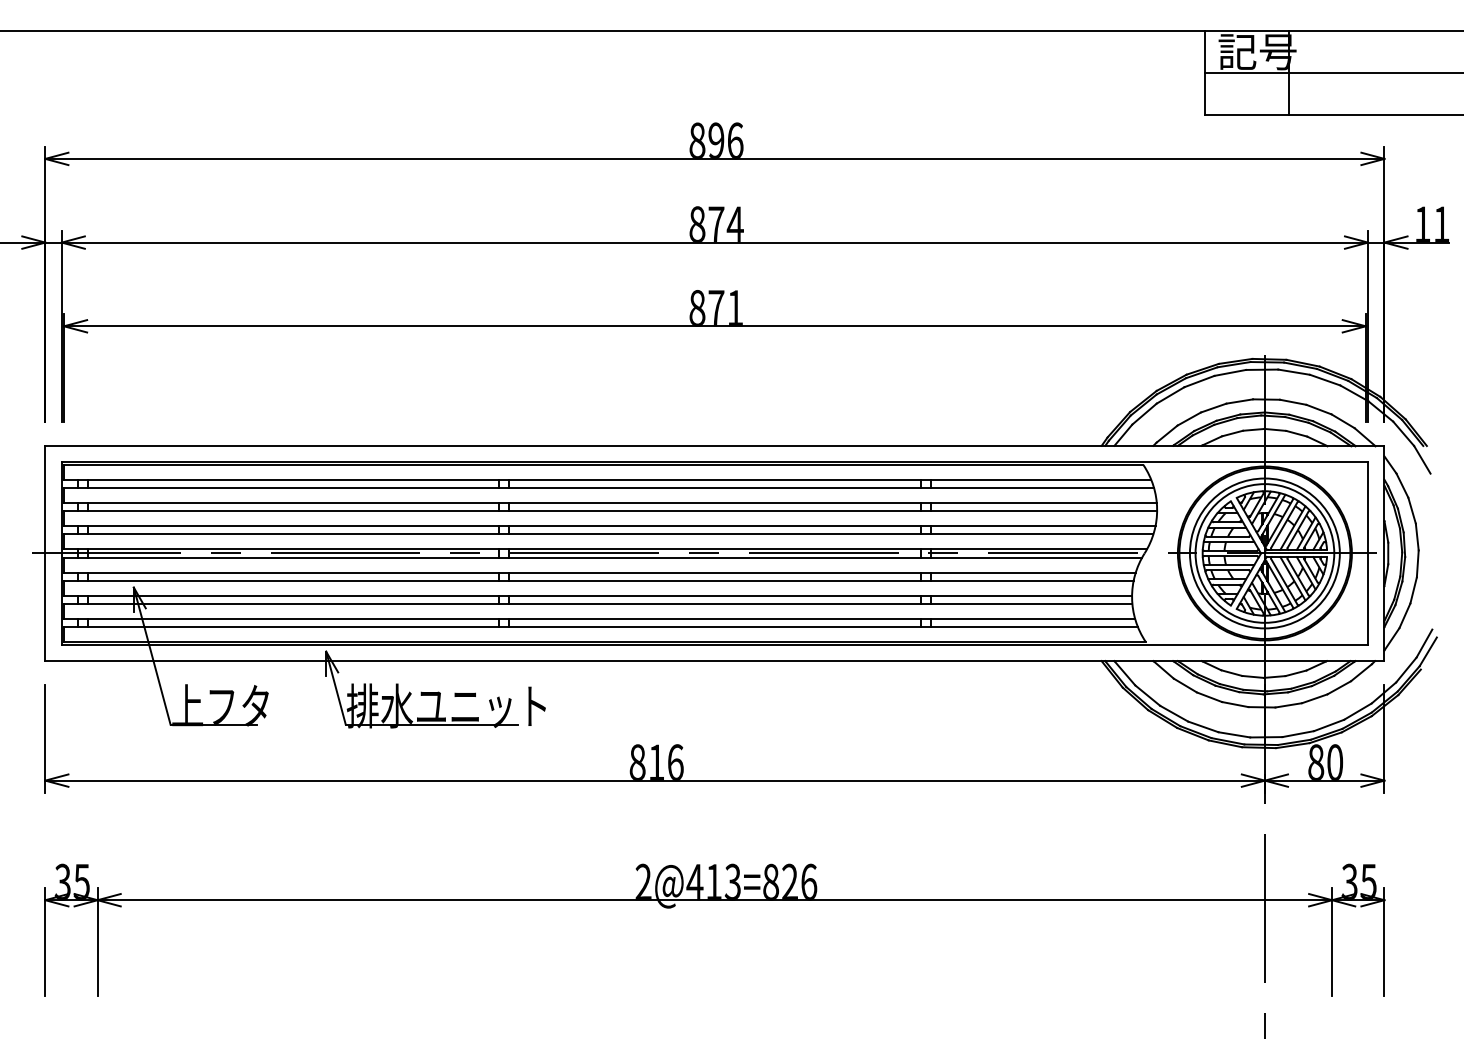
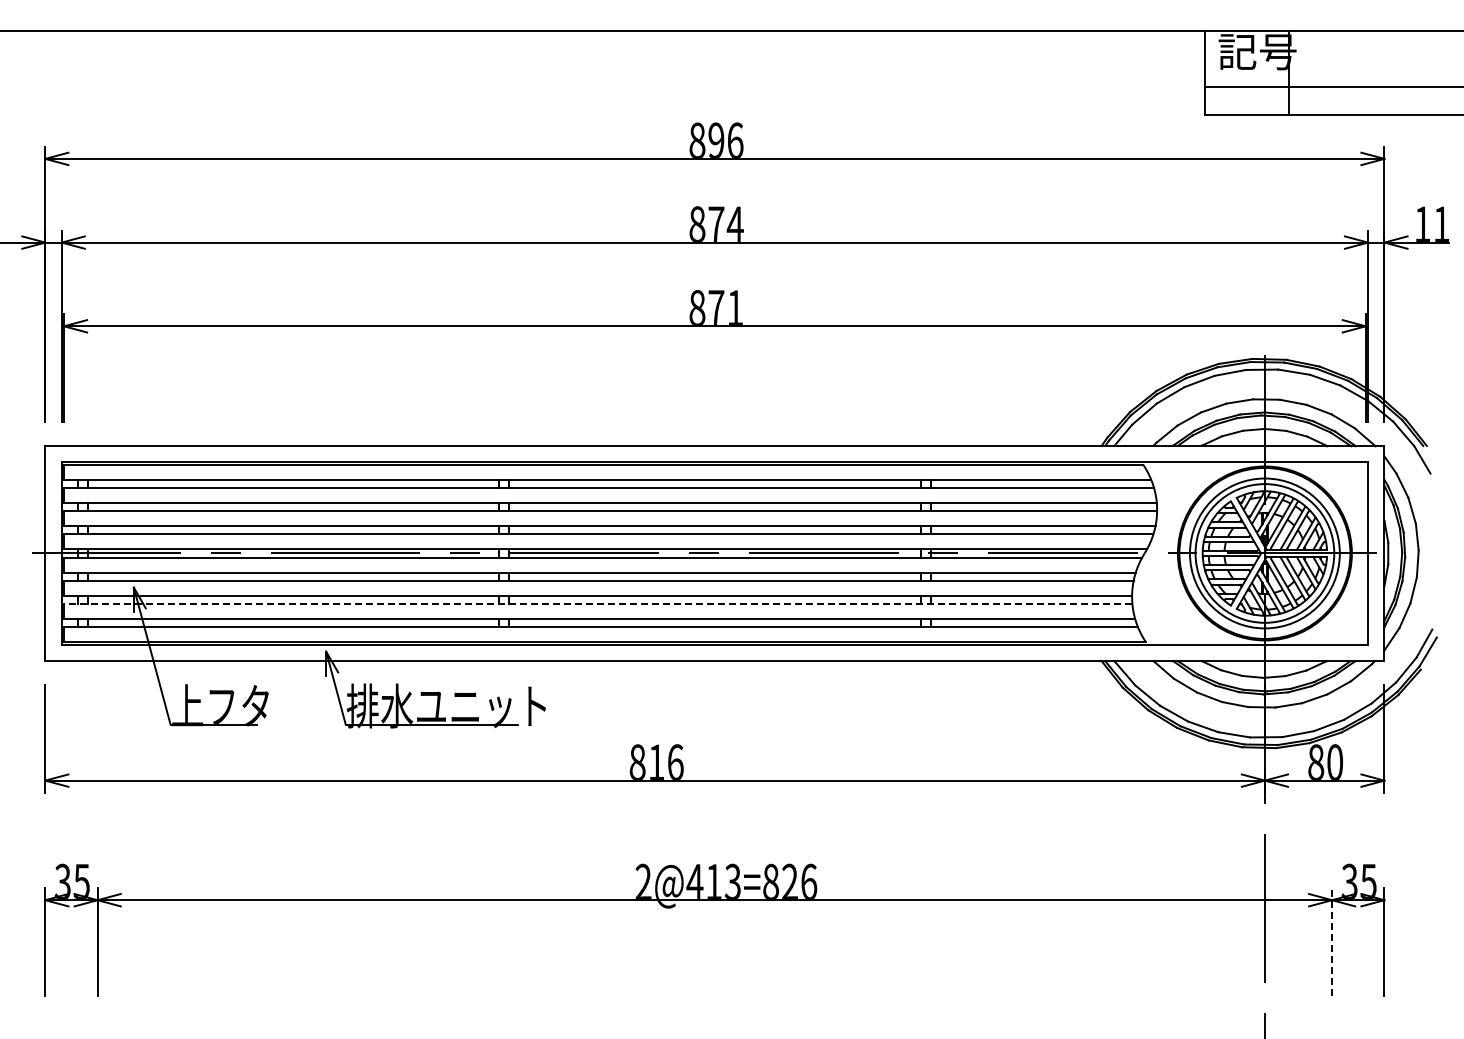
line at (1332, 73) position: (1332, 73) -> (1332, 87)
line at (597, 603): solid -> dashed
line at (1332, 942): solid -> dashed
